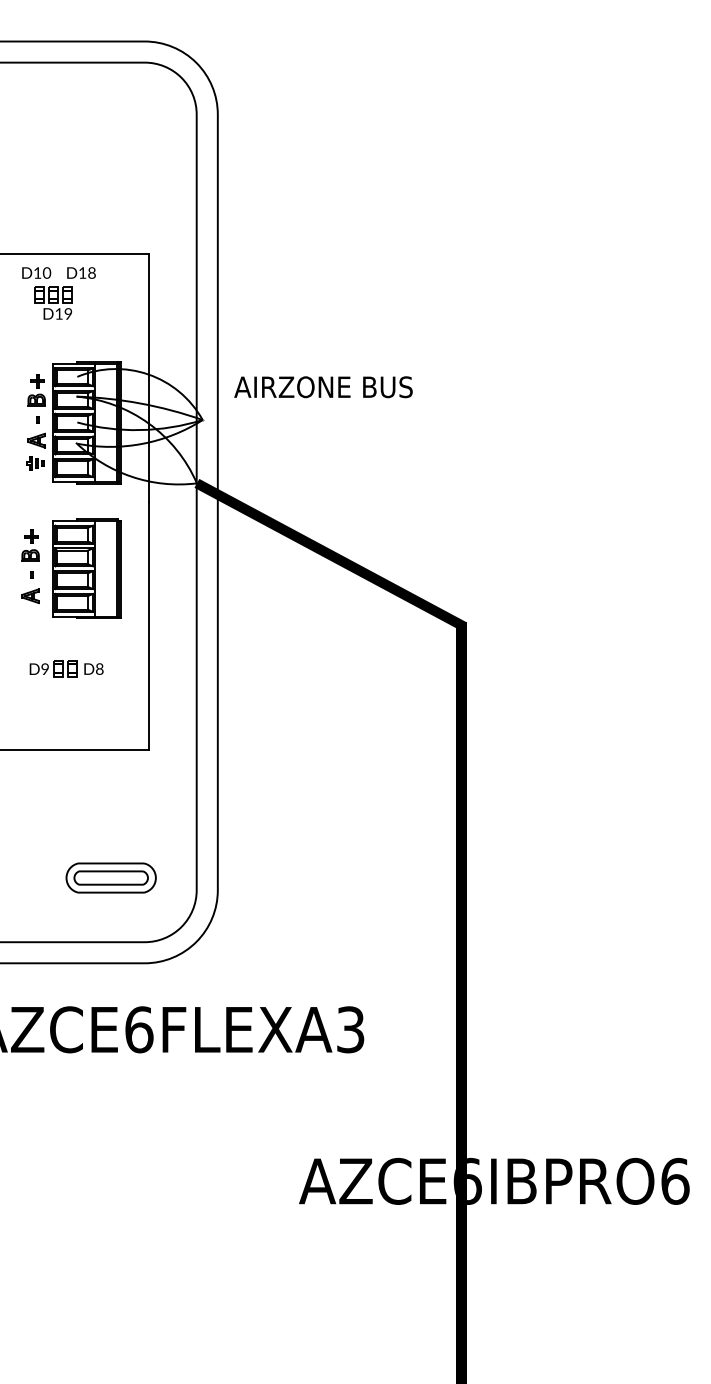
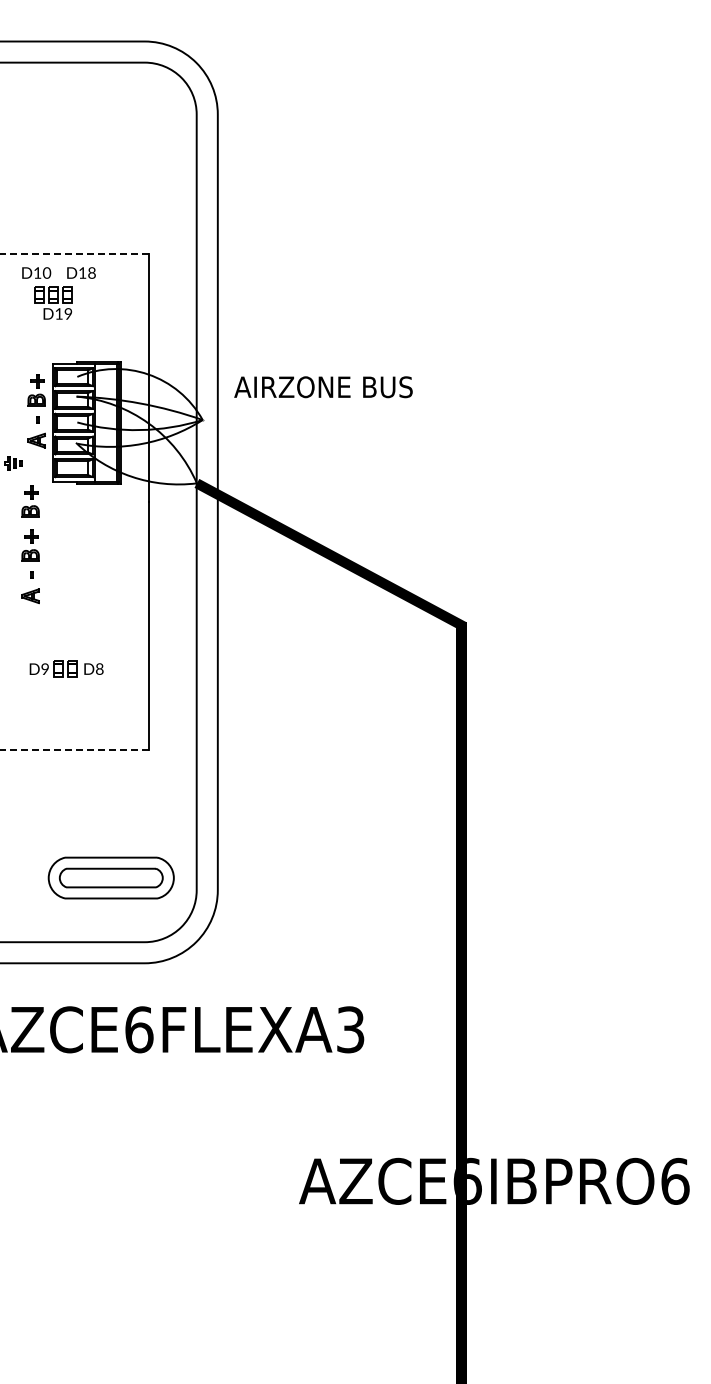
line at (74, 254): solid -> dashed
part at (35, 463) position: (35, 463) -> (13, 463)
part at (30, 501): none -> present
part at (86, 568): present -> none
line at (74, 750): solid -> dashed
part at (110, 877) size: 92x32 px -> 128x44 px
